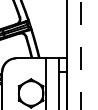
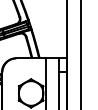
line at (80, 55): dashed -> solid
